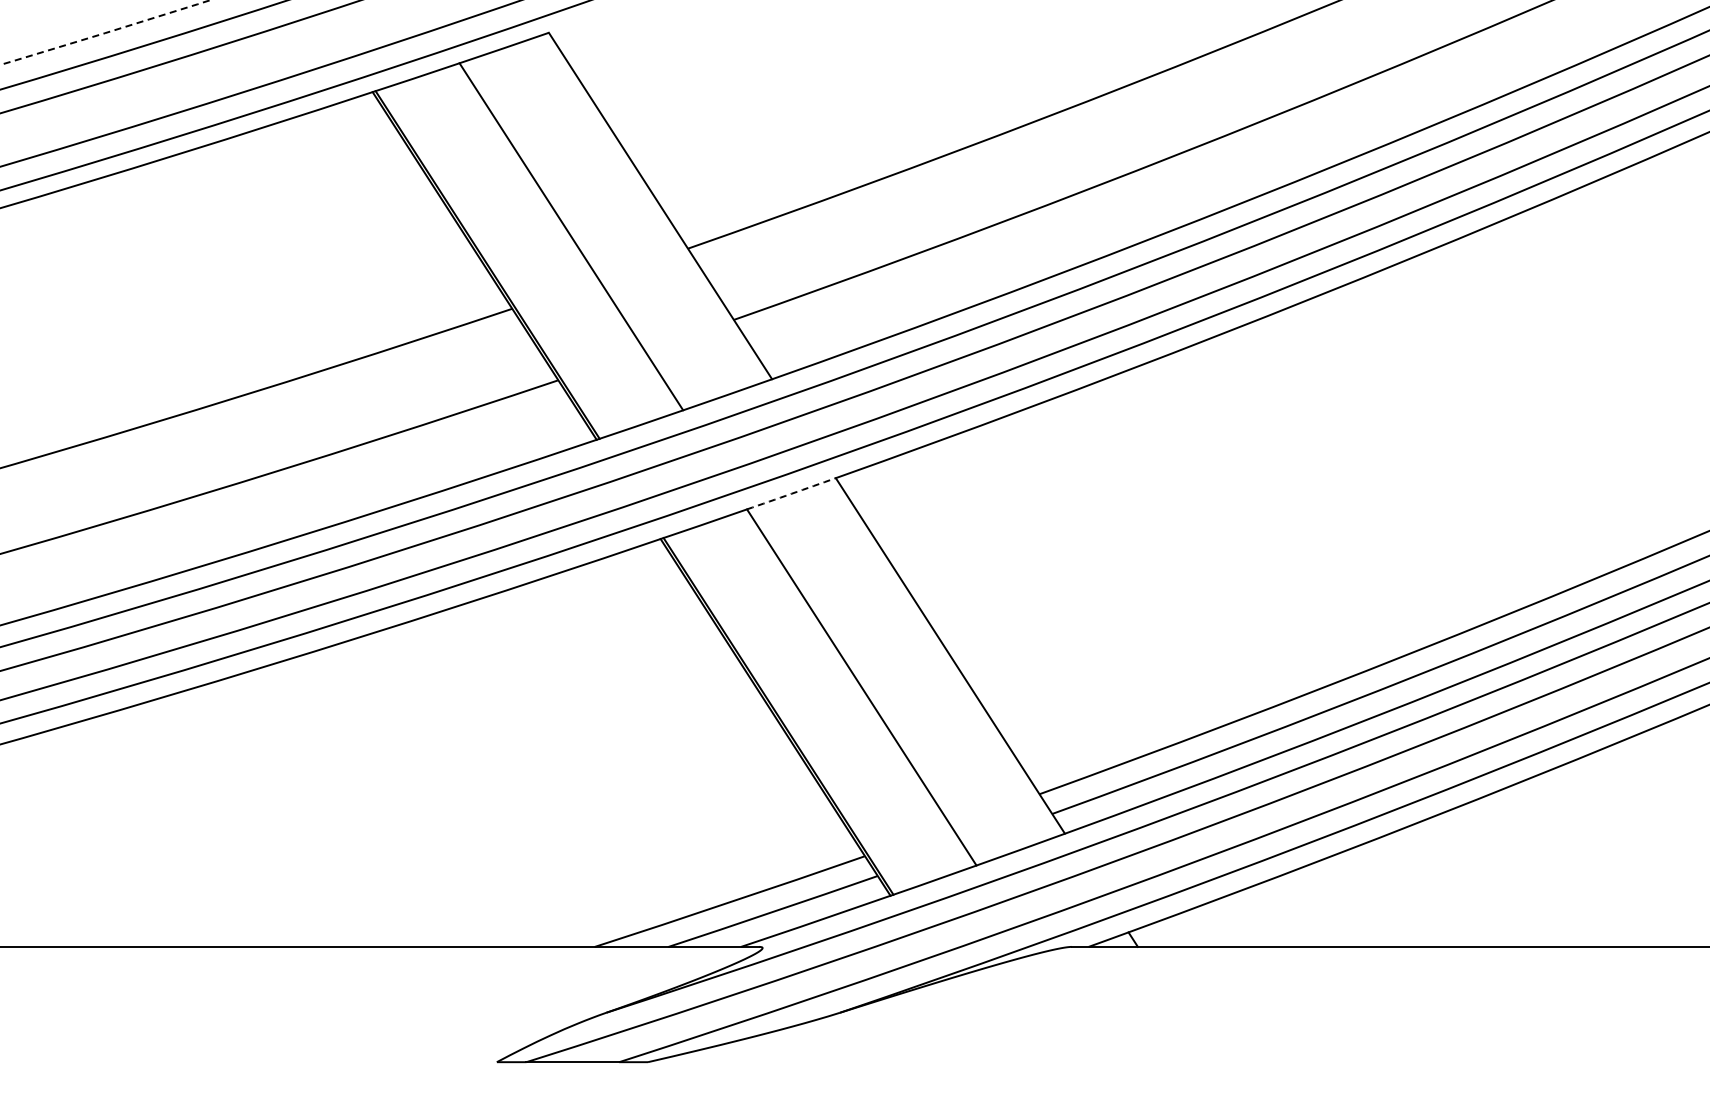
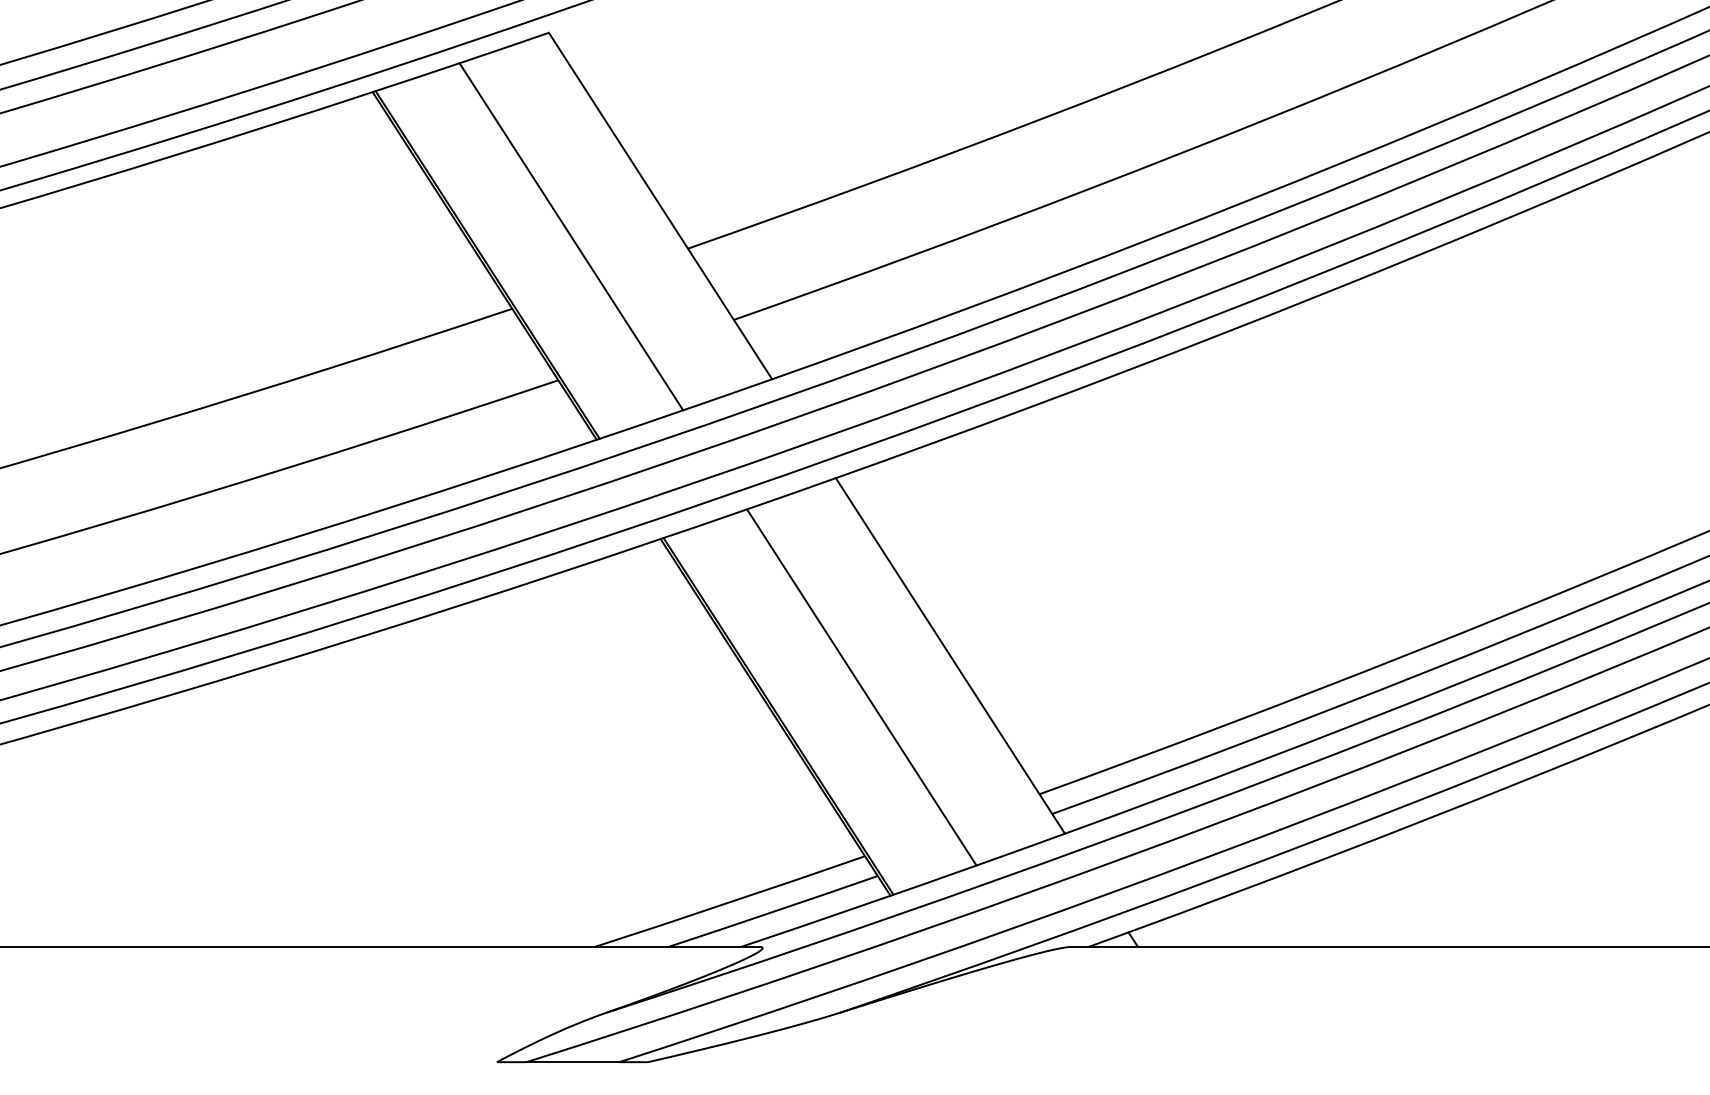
arc at (105, 33): dashed -> solid
arc at (791, 493): dashed -> solid
